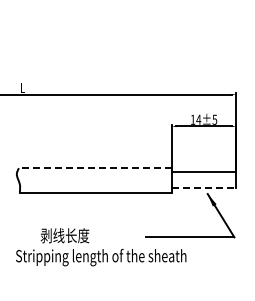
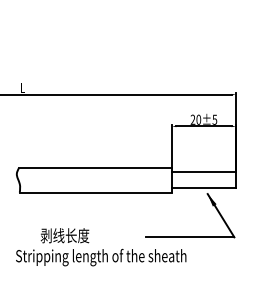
text at (195, 119): 14±5 -> 20±5
line at (94, 168): dashed -> solid
line at (204, 188): dashed -> solid
